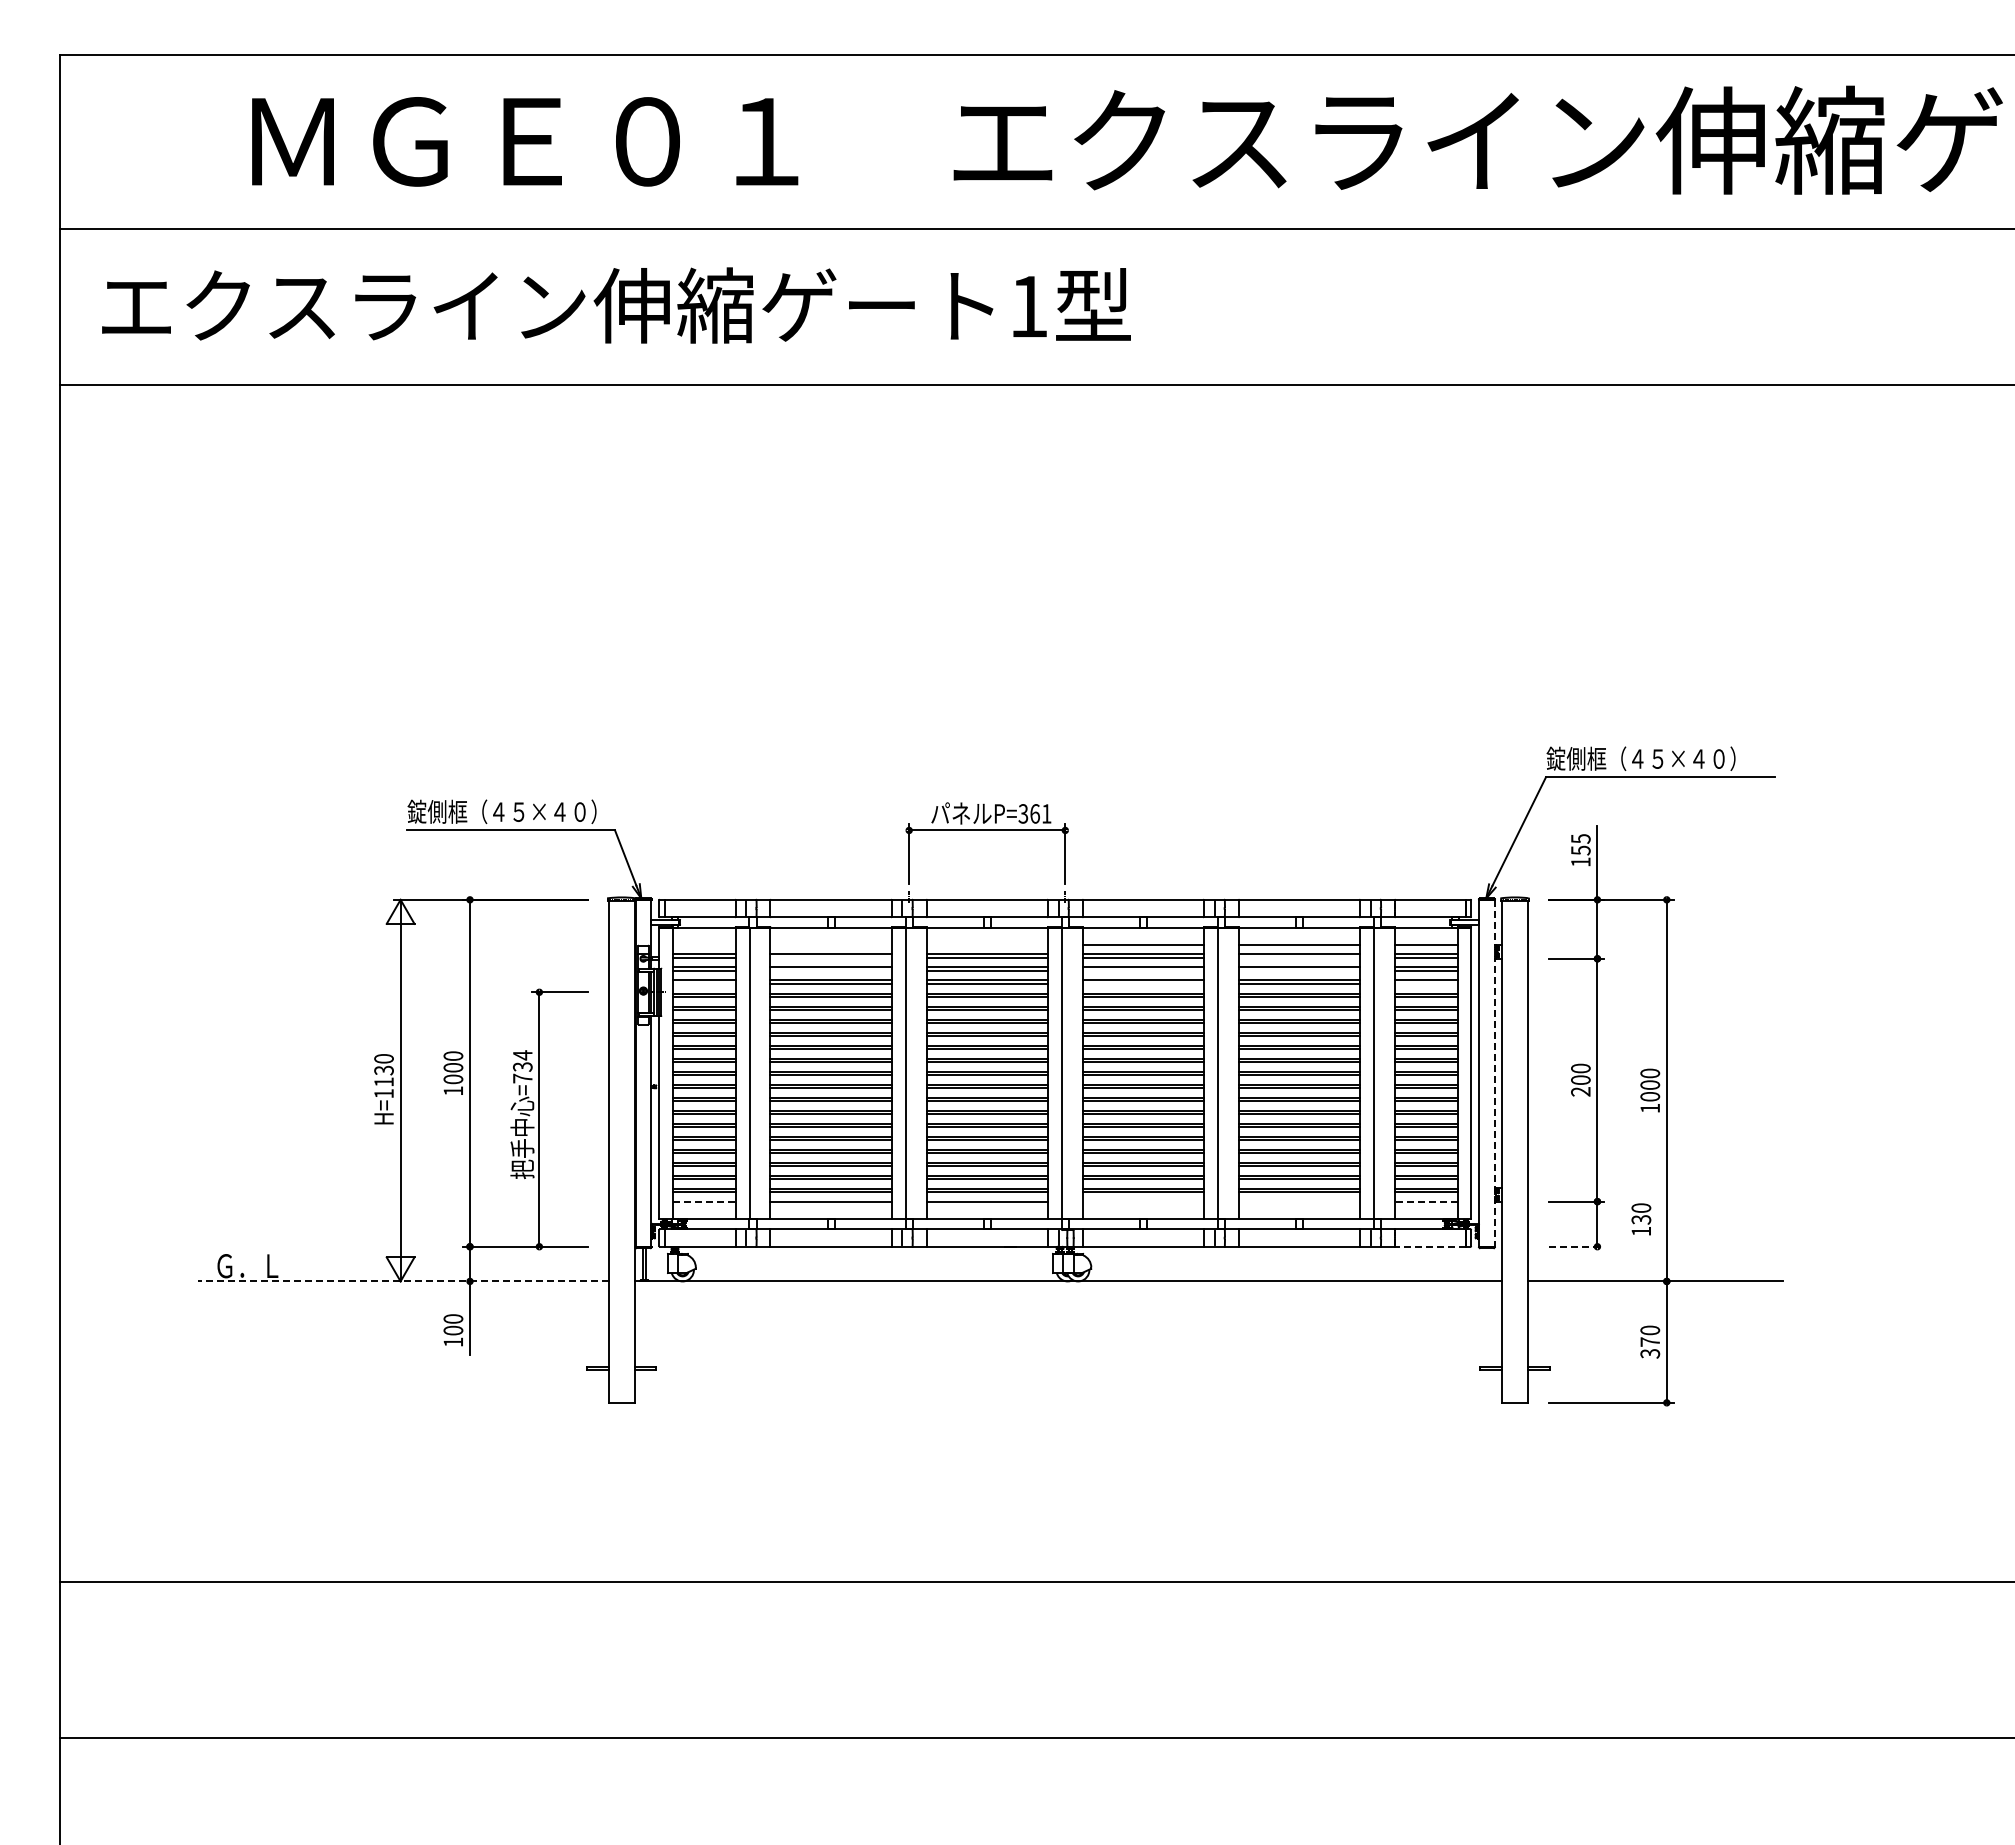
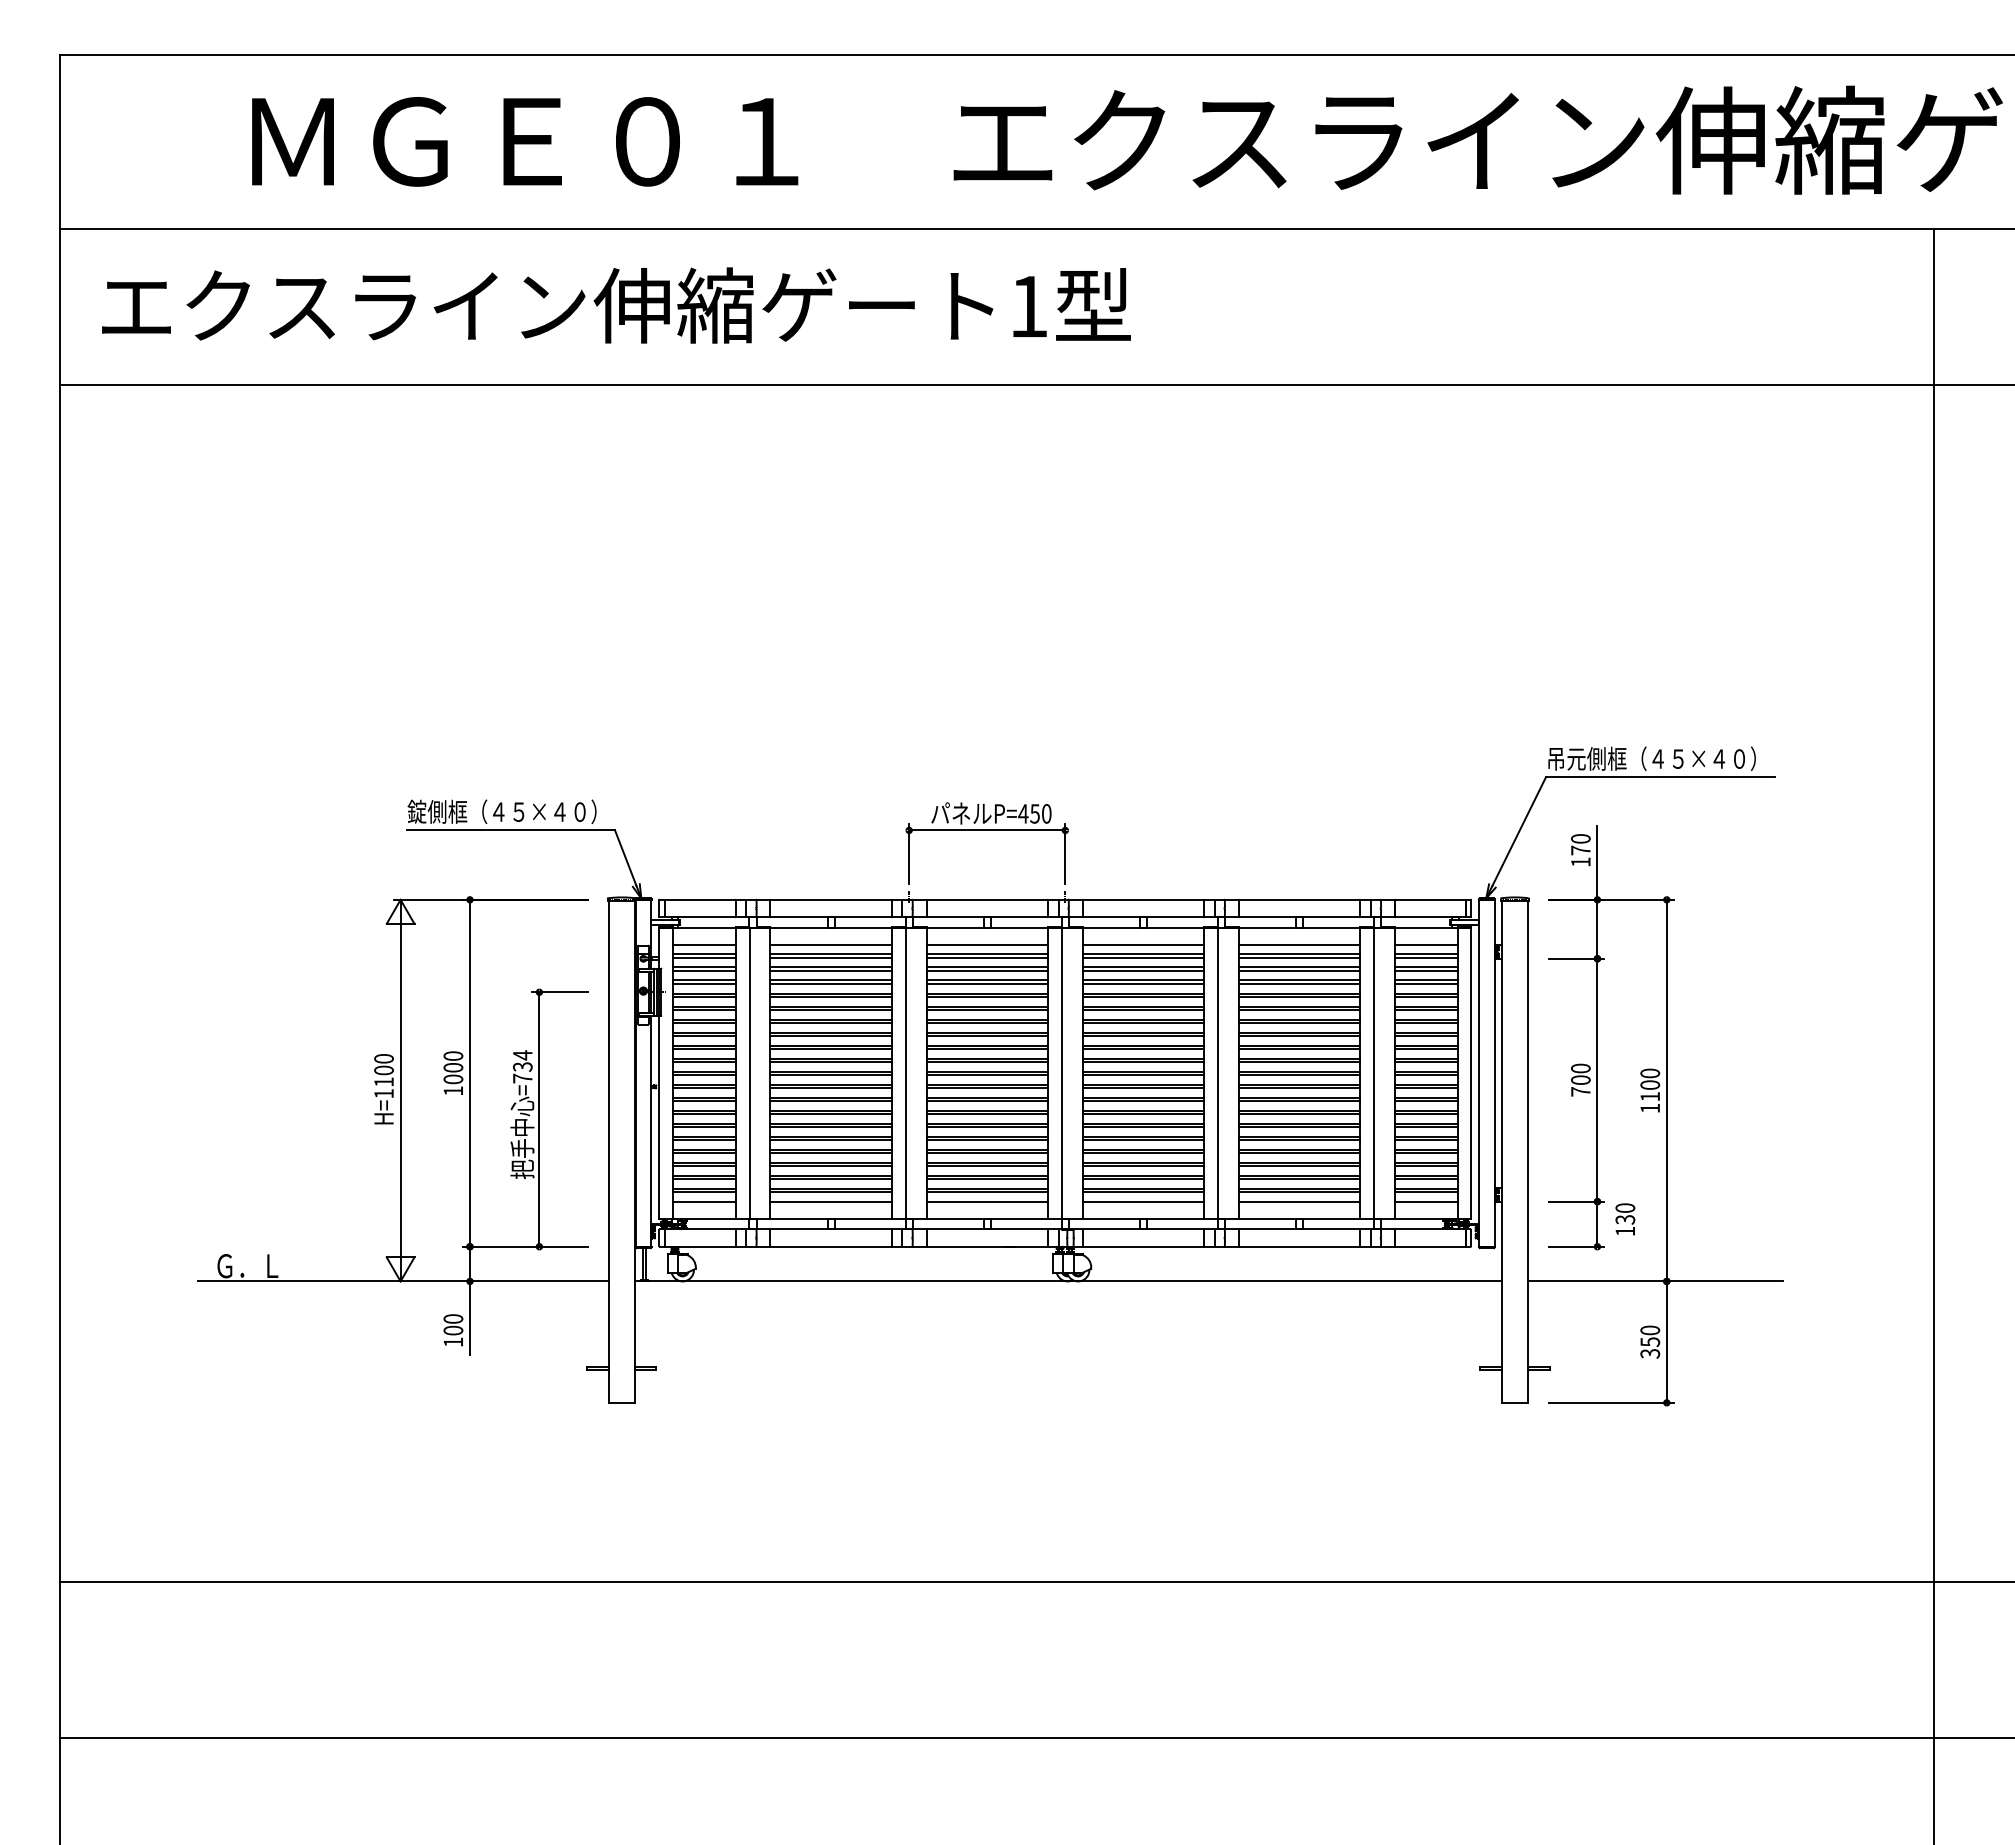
text at (1650, 758): 錠側框（４５×４０） -> 吊元側框（４５×４０）
text at (1034, 813): P=361 -> P=450
text at (1580, 844): 155 -> 170
line at (703, 944): none -> present
line at (830, 944): none -> present
line at (986, 944): none -> present
line at (830, 957): none -> present
line at (1299, 957): none -> present
line at (830, 970): none -> present
line at (1143, 970): none -> present
line at (1299, 970): none -> present
line at (703, 983): none -> present
line at (1143, 983): none -> present
line at (1425, 983): none -> present
line at (1933, 1034): none -> present
text at (383, 1070): H=1130 -> H=1100
line at (1494, 1073): dashed -> solid
text at (1580, 1091): 200 -> 700
text at (1650, 1096): 1000 -> 1100
line at (704, 1201): dashed -> solid
line at (1143, 1201): none -> present
line at (1299, 1201): none -> present
line at (1426, 1201): dashed -> solid
text at (1641, 1219) position: (1641, 1219) -> (1625, 1219)
line at (1430, 1246): dashed -> solid
line at (1576, 1246): dashed -> solid
line at (403, 1281): dashed -> solid
text at (1650, 1342): 370 -> 350
